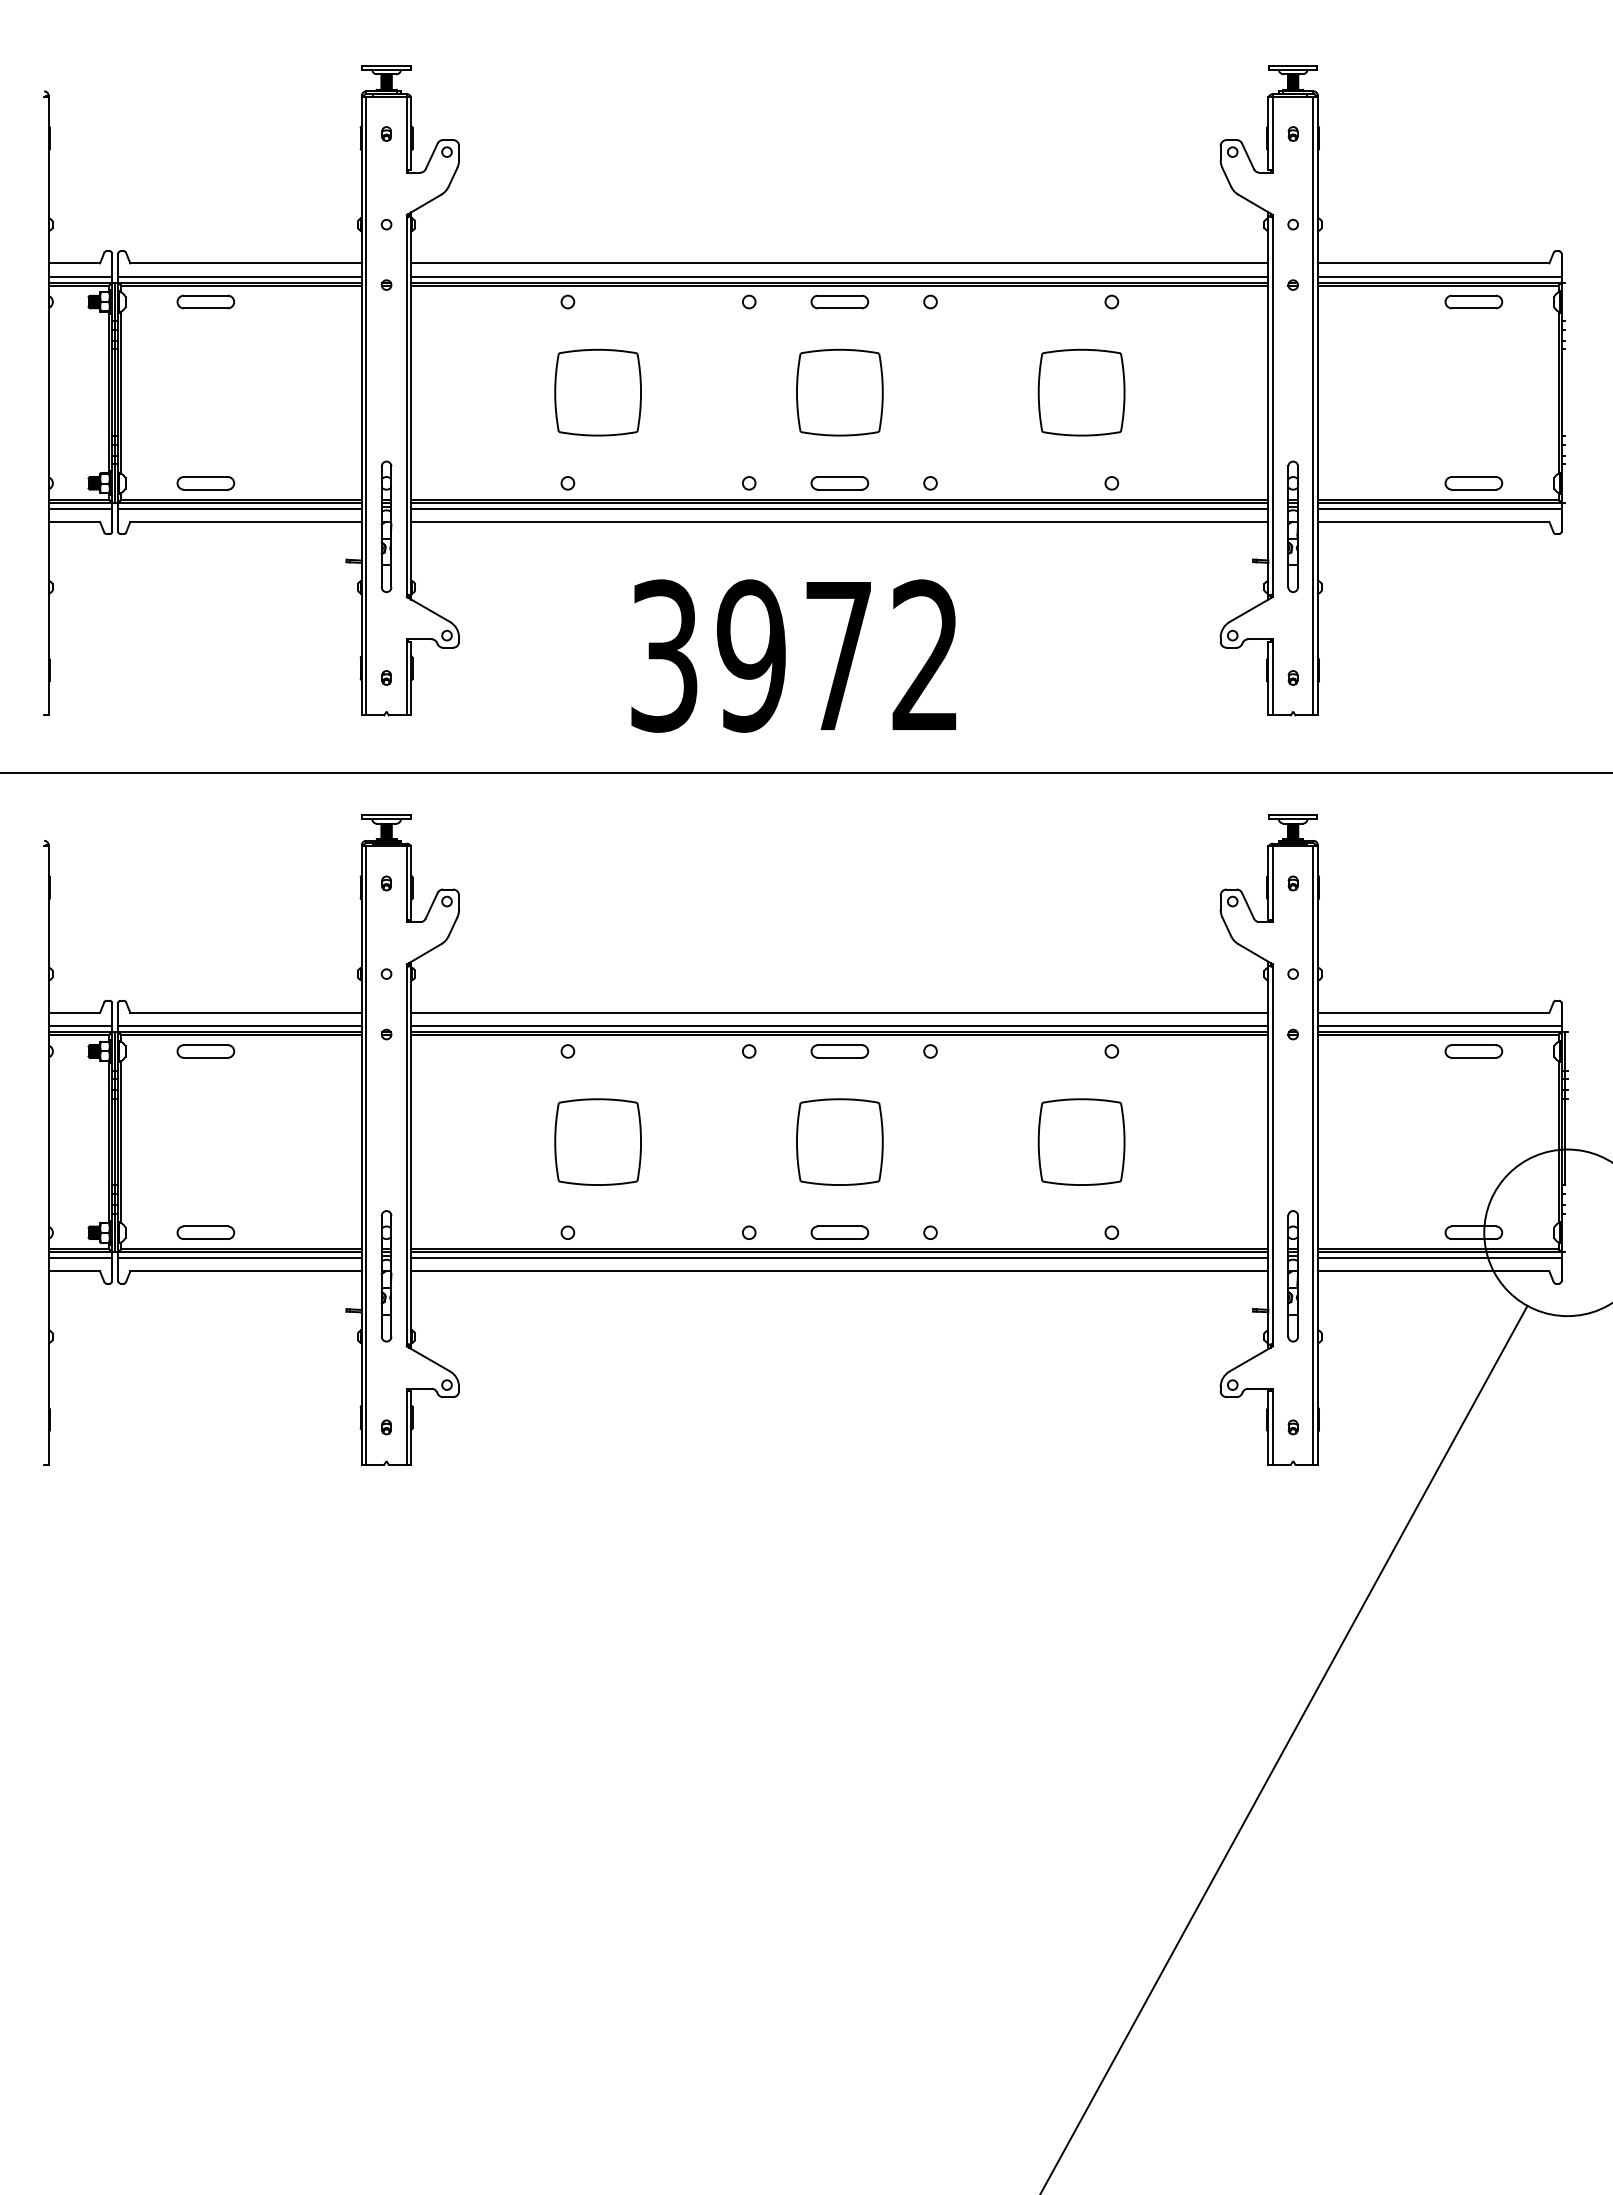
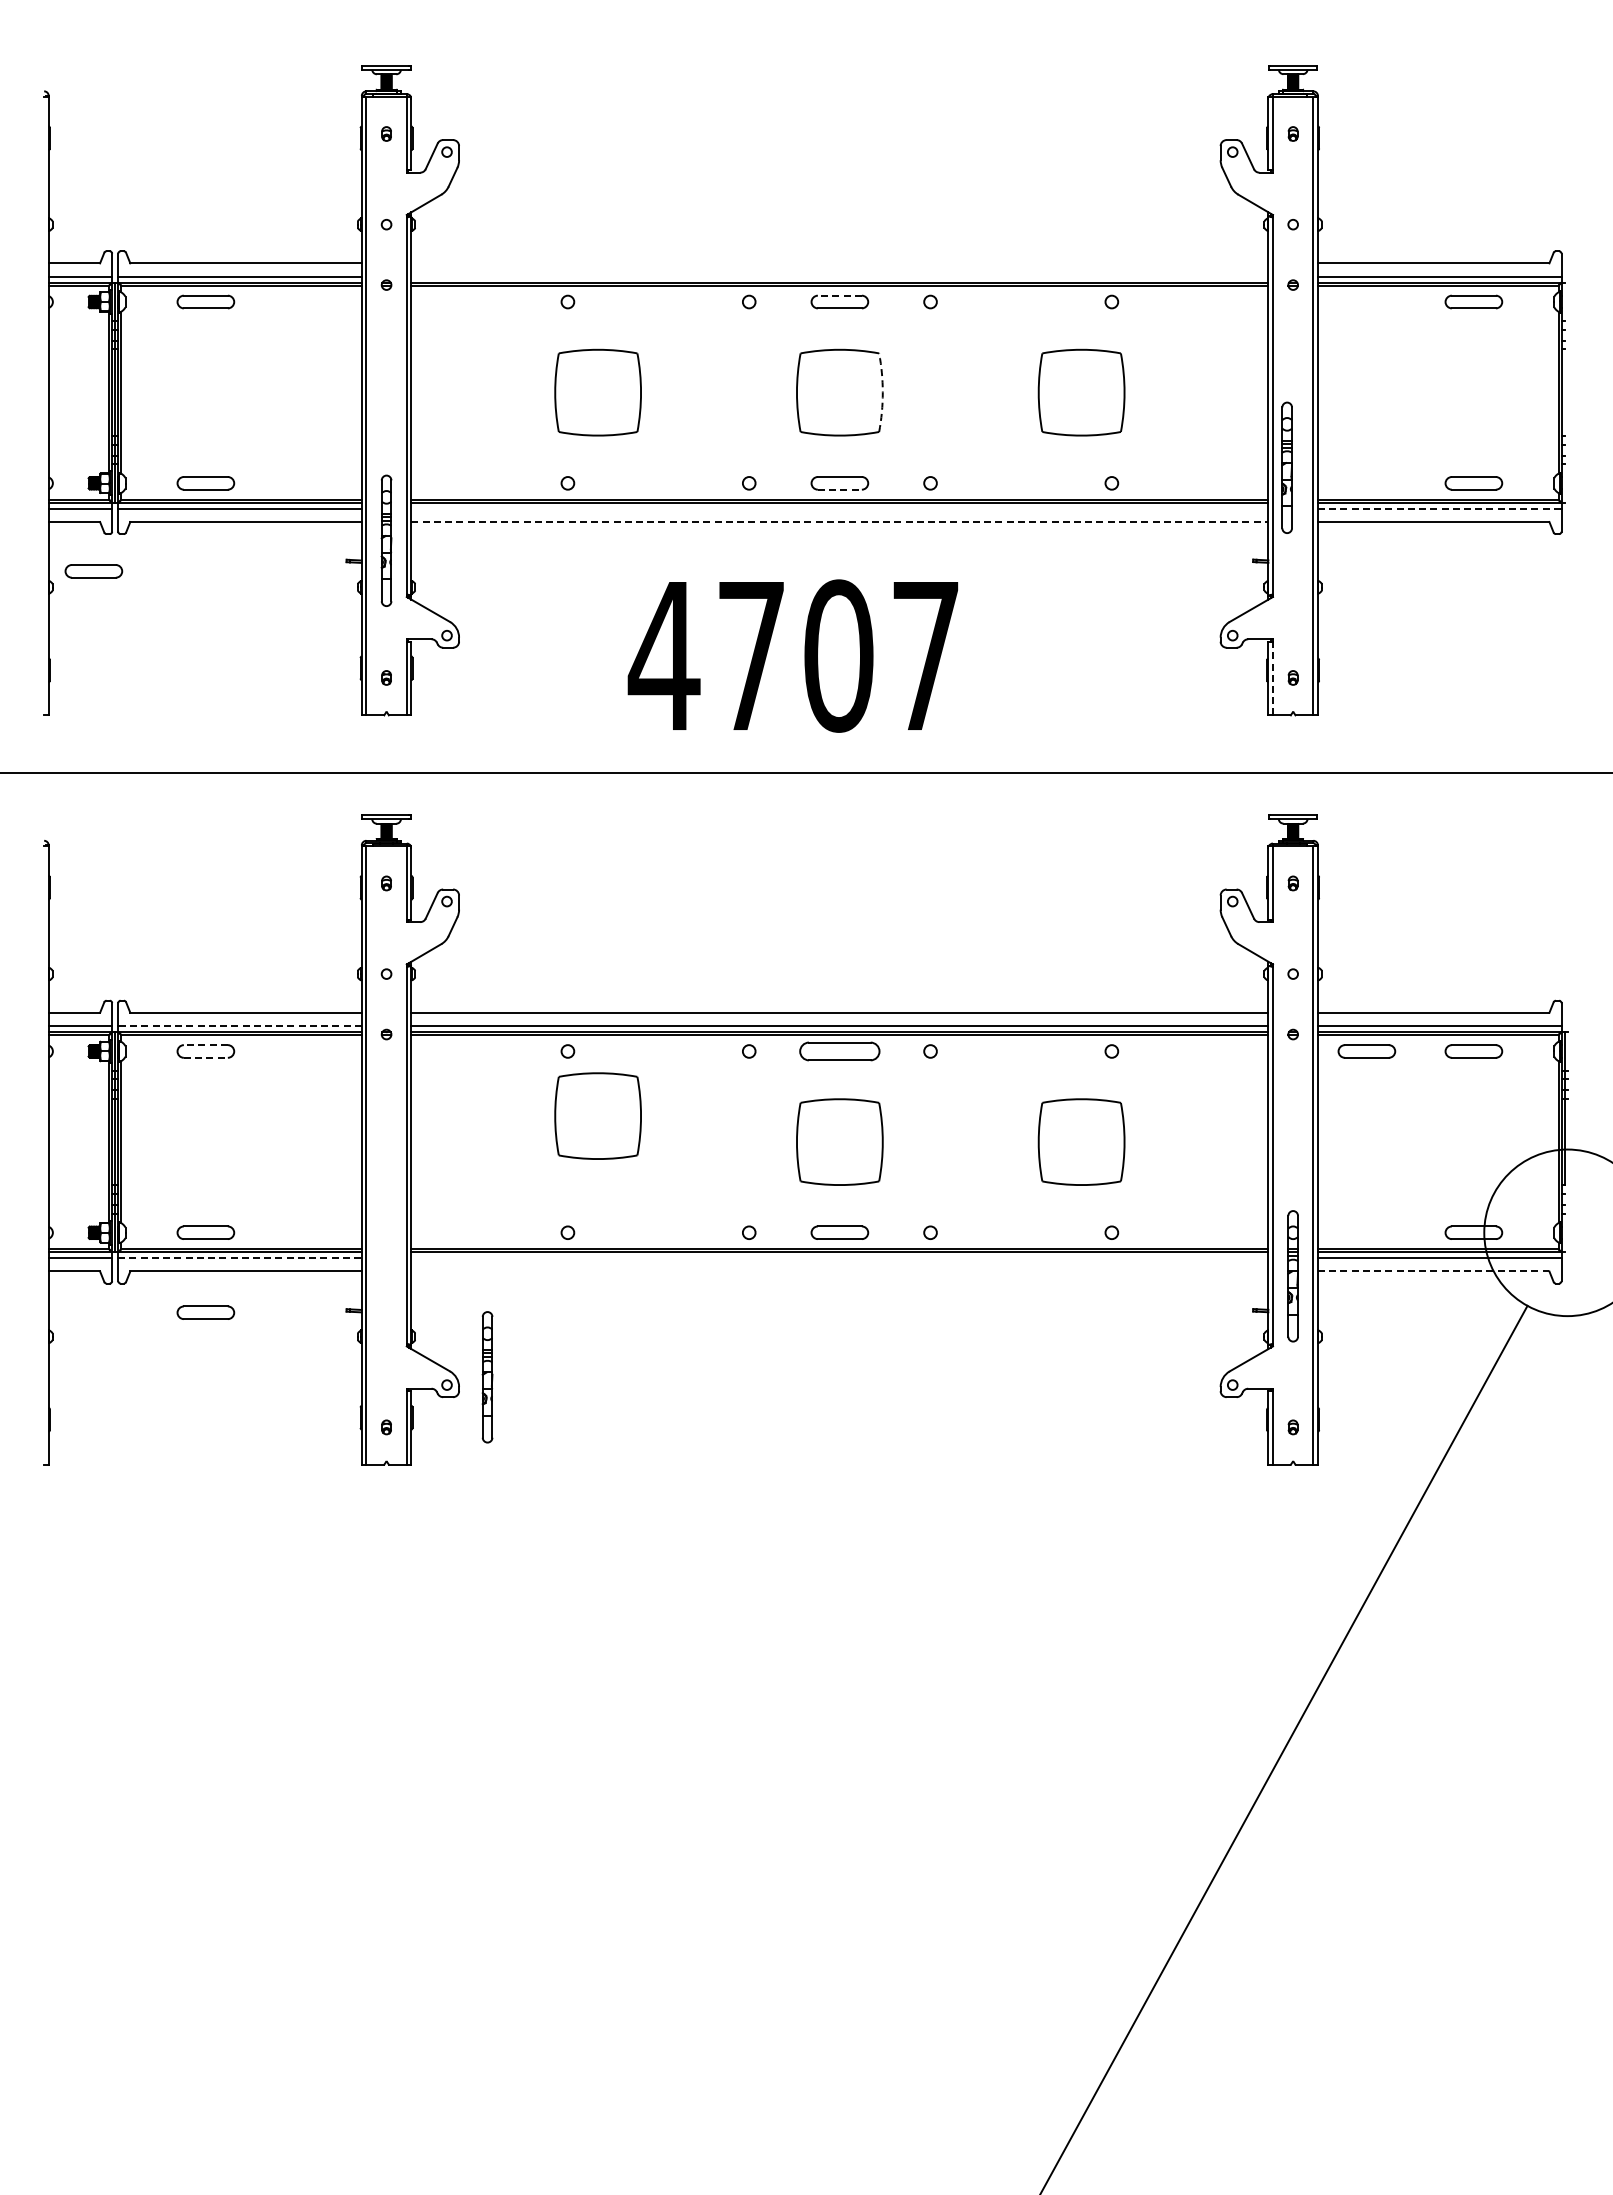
line at (839, 263): present -> none
line at (839, 276): present -> none
line at (839, 295): solid -> dashed
arc at (882, 392): solid -> dashed
line at (839, 489): solid -> dashed
line at (839, 508): present -> none
line at (1439, 508): solid -> dashed
line at (839, 522): solid -> dashed
part at (386, 526) position: (386, 526) -> (386, 540)
part at (1292, 526) position: (1292, 526) -> (1286, 467)
part at (93, 571): none -> present
text at (792, 655): 3972 -> 4707
line at (1272, 678): solid -> dashed
line at (240, 1026): solid -> dashed
line at (205, 1045): solid -> dashed
part at (839, 1051) size: 60x15 px -> 82x21 px
part at (1366, 1051): none -> present
line at (205, 1057): solid -> dashed
part at (597, 1141) position: (597, 1141) -> (597, 1115)
line at (240, 1258): solid -> dashed
line at (839, 1258): present -> none
line at (839, 1271): present -> none
line at (1433, 1271): solid -> dashed
part at (386, 1276) position: (386, 1276) -> (487, 1377)
part at (205, 1312): none -> present
